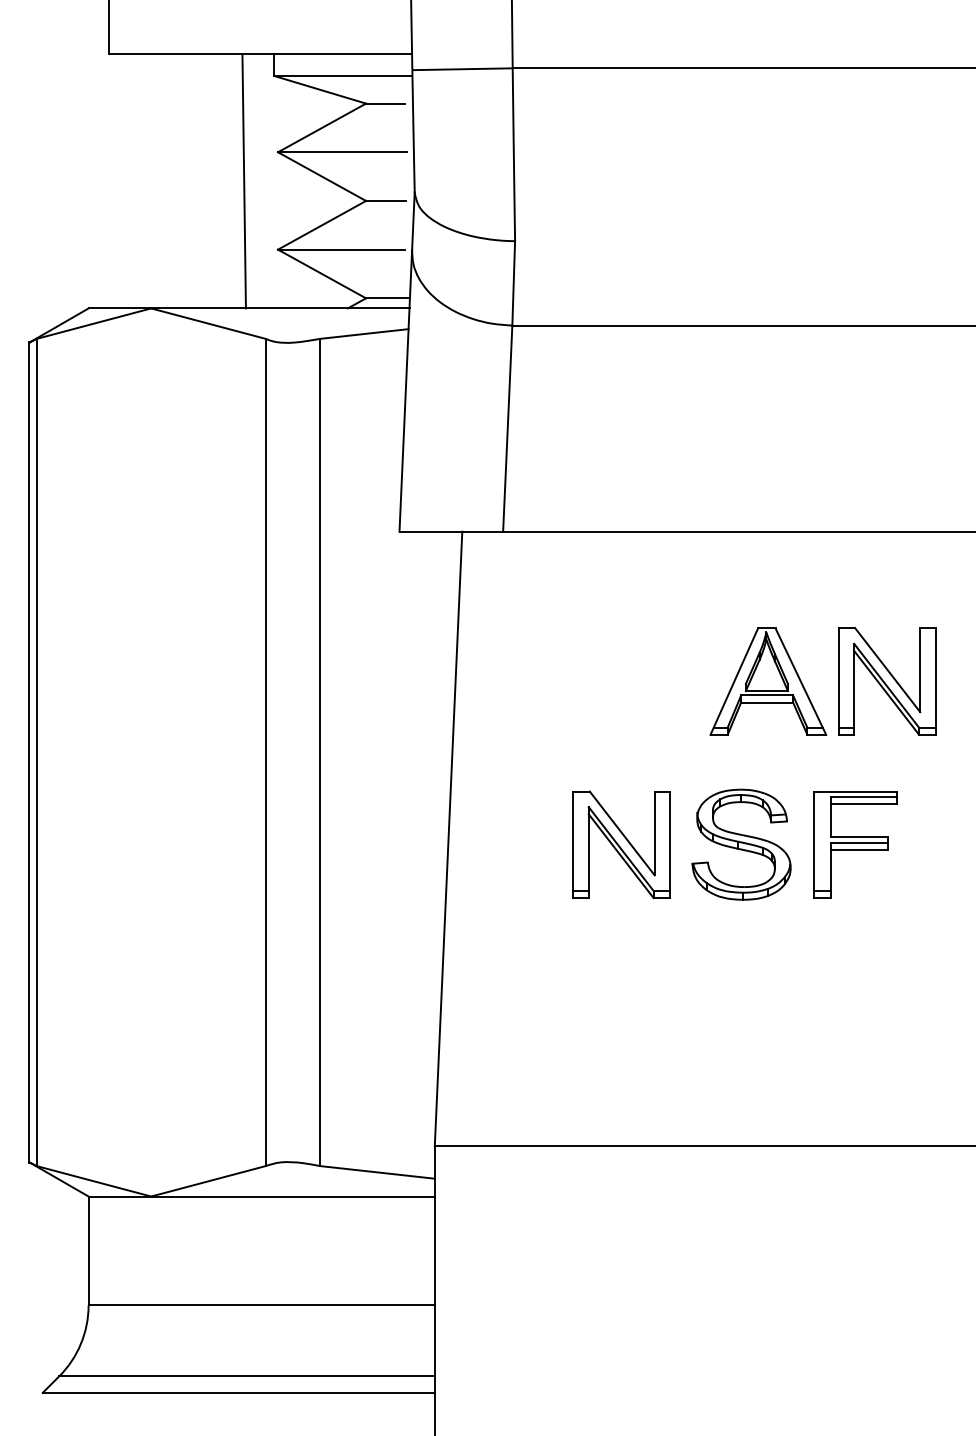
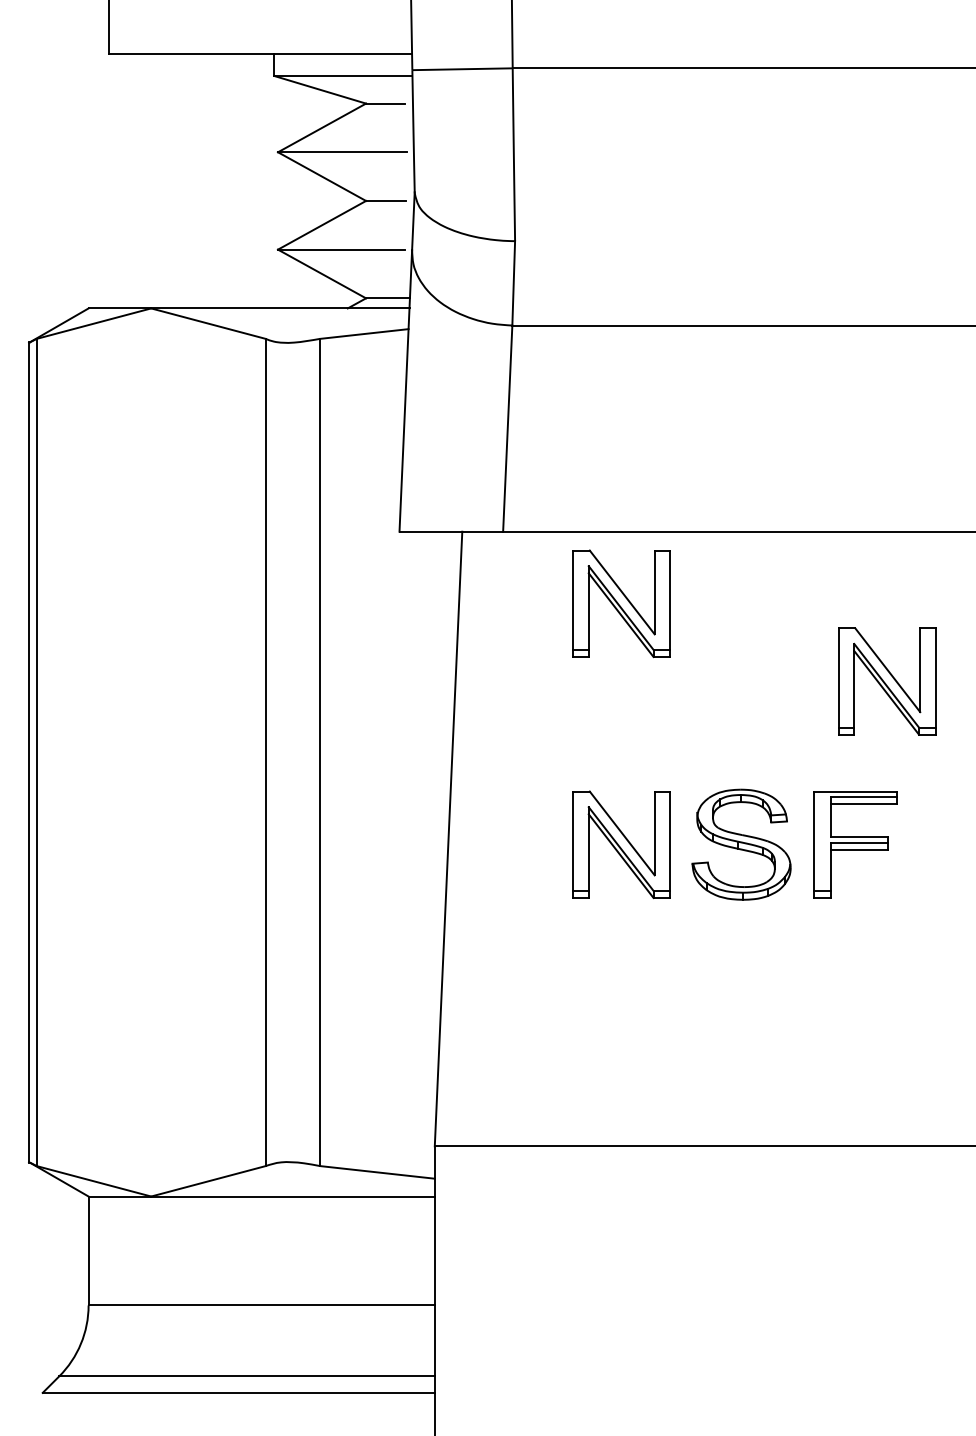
line at (243, 181): present -> none
part at (621, 603): none -> present
part at (768, 681): present -> none
